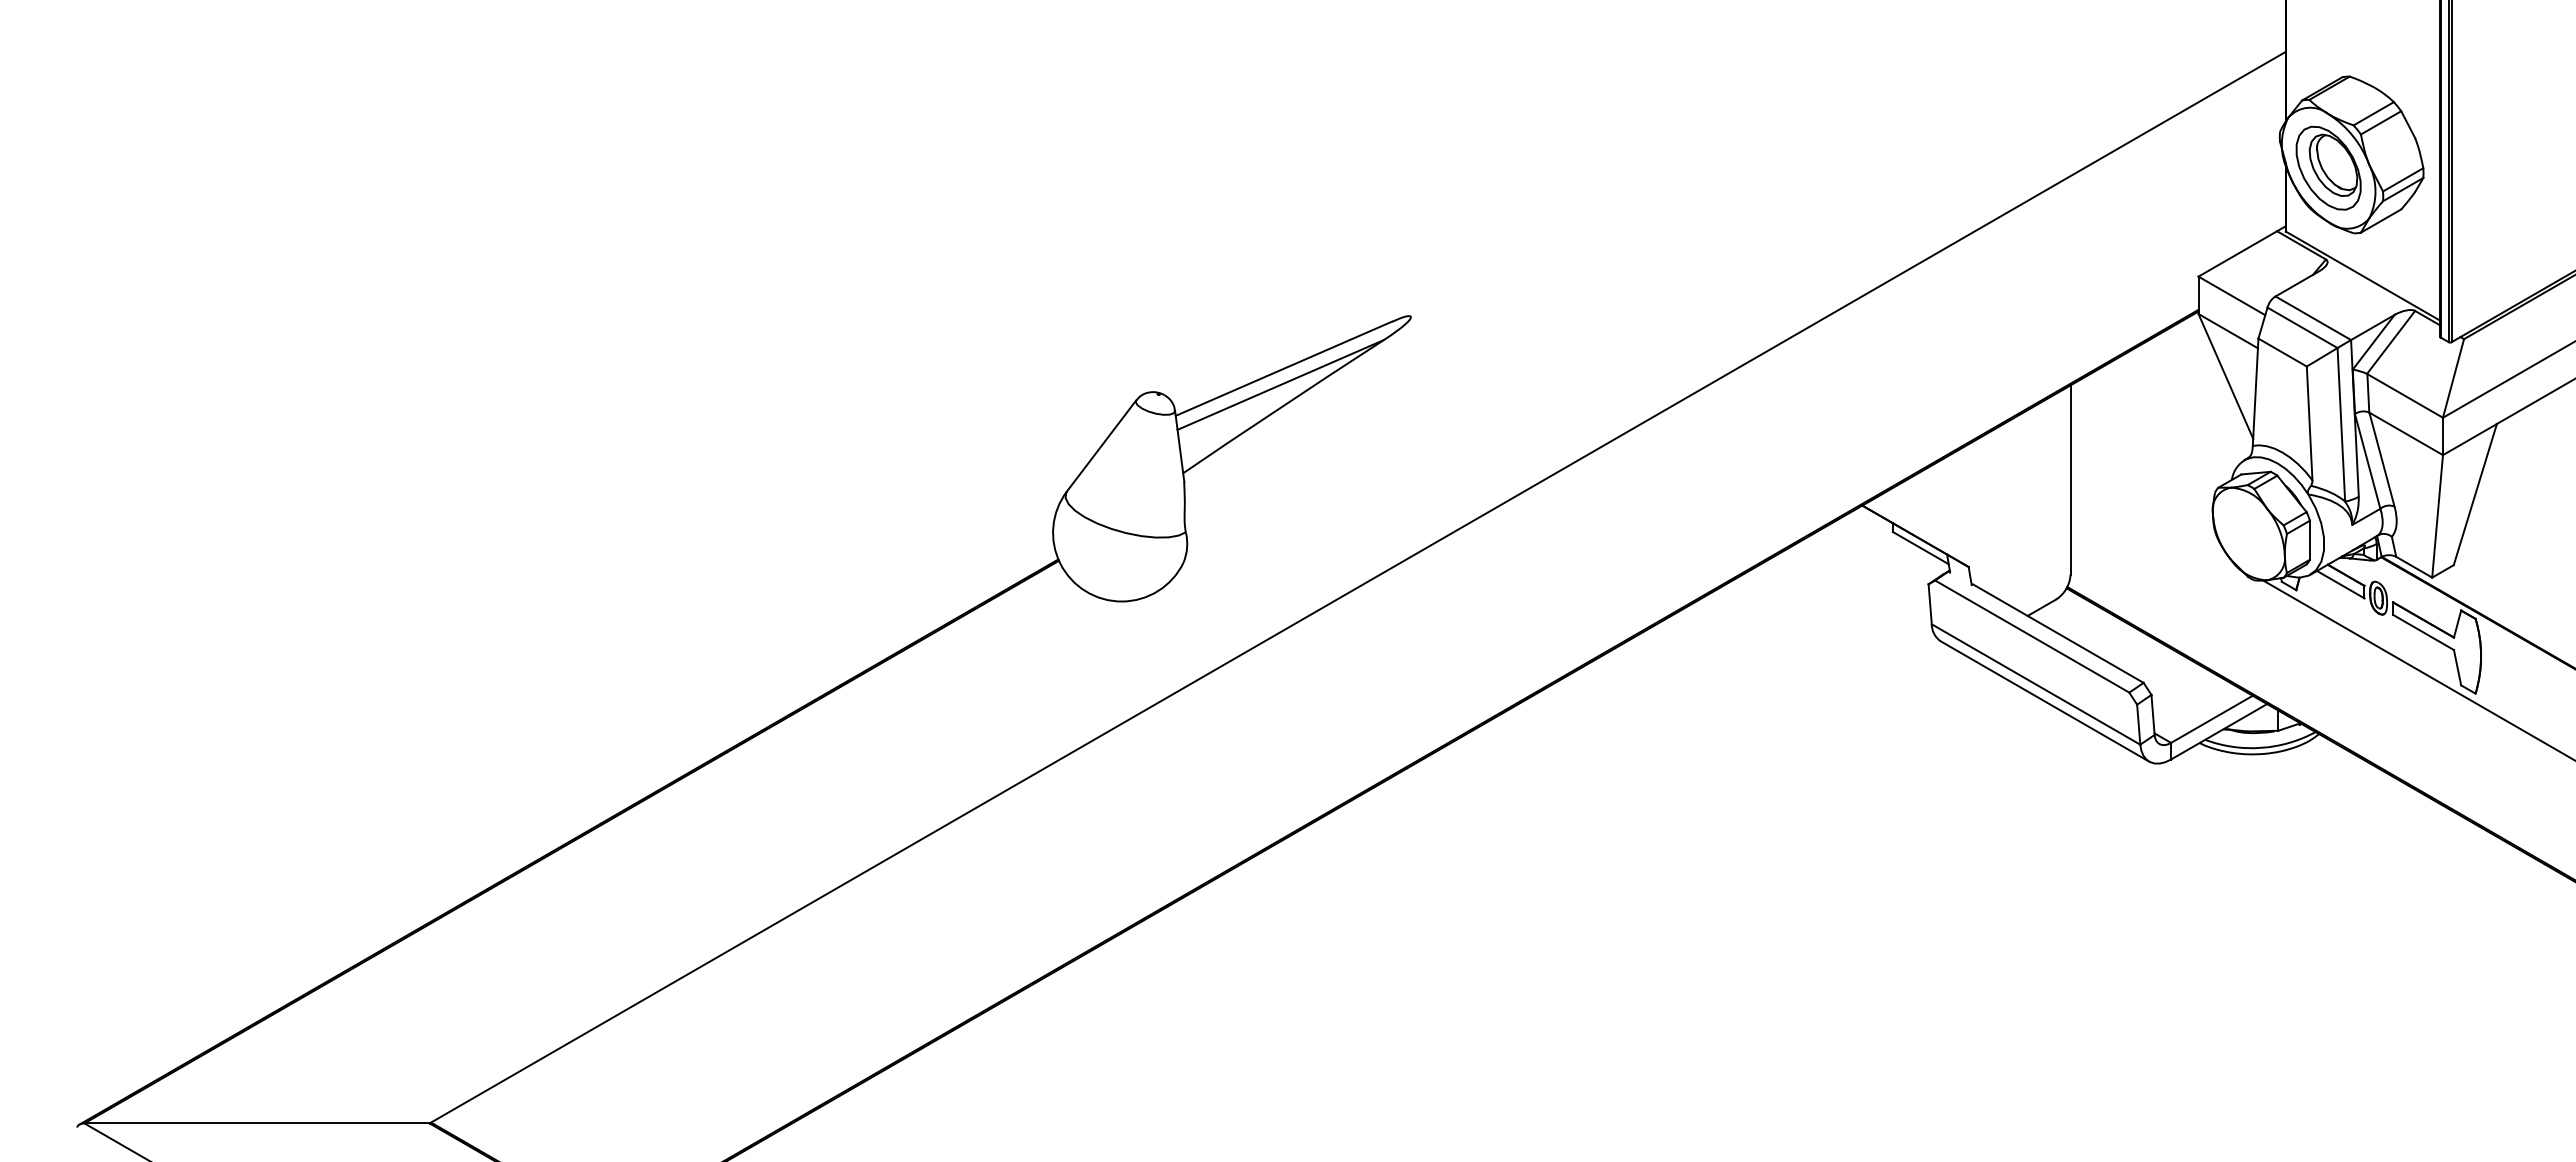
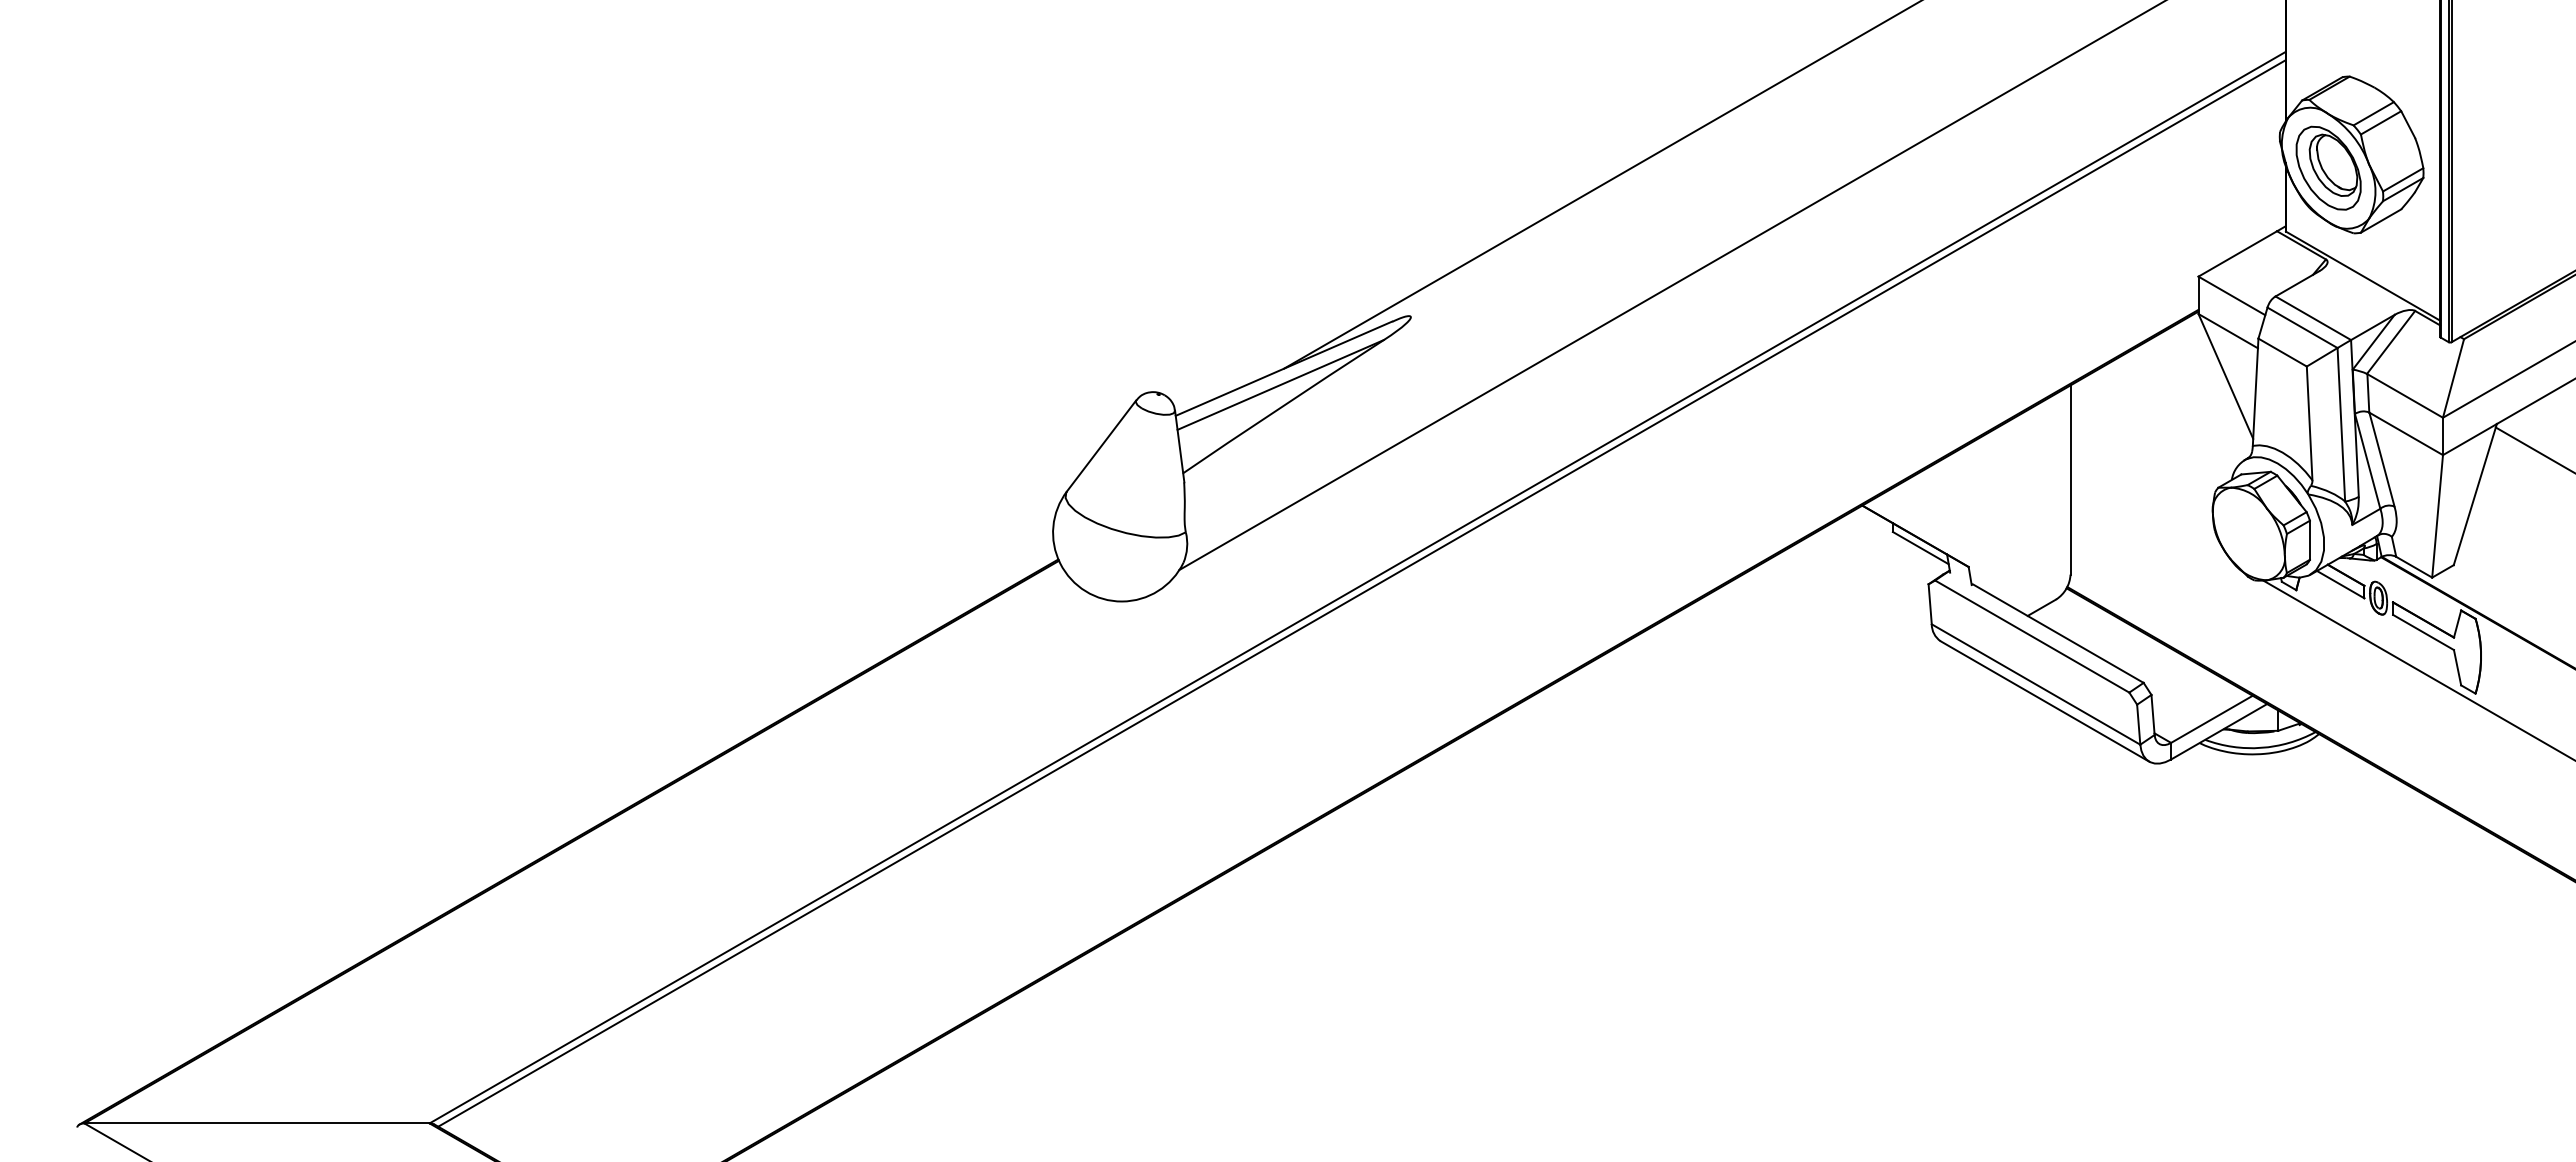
line at (1601, 185): none -> present
line at (1670, 285): none -> present
line at (2533, 449): none -> present
line at (1361, 593): none -> present
